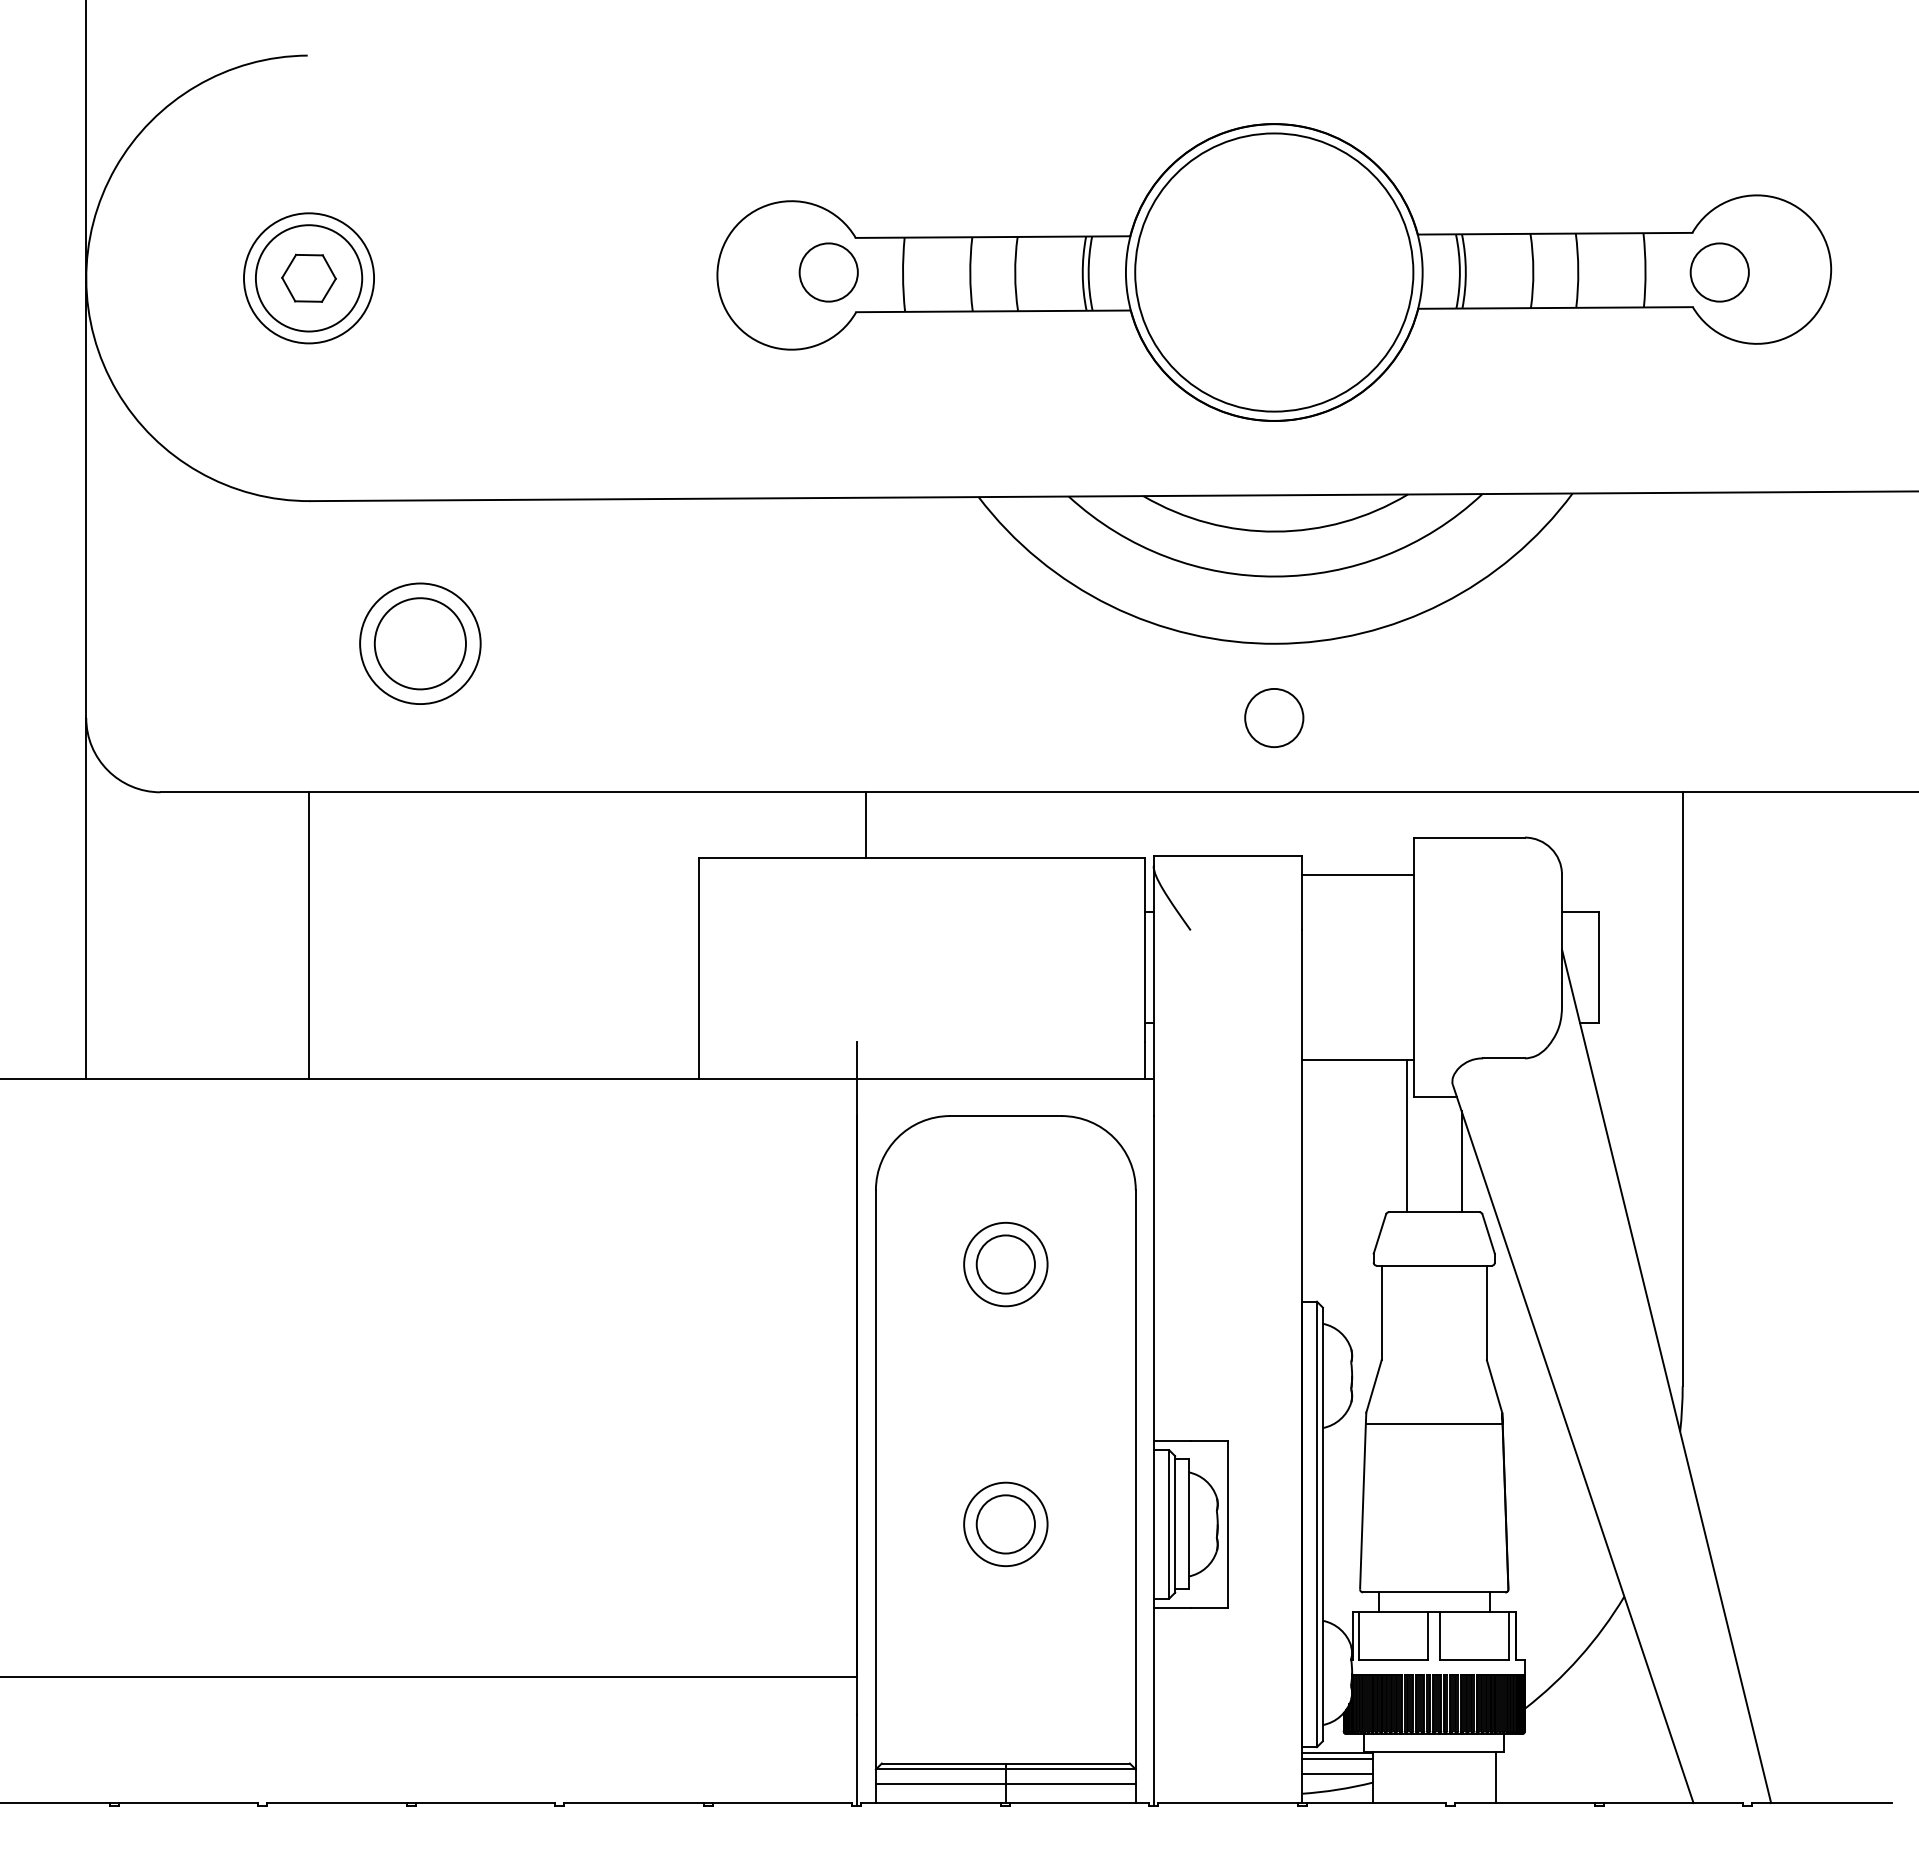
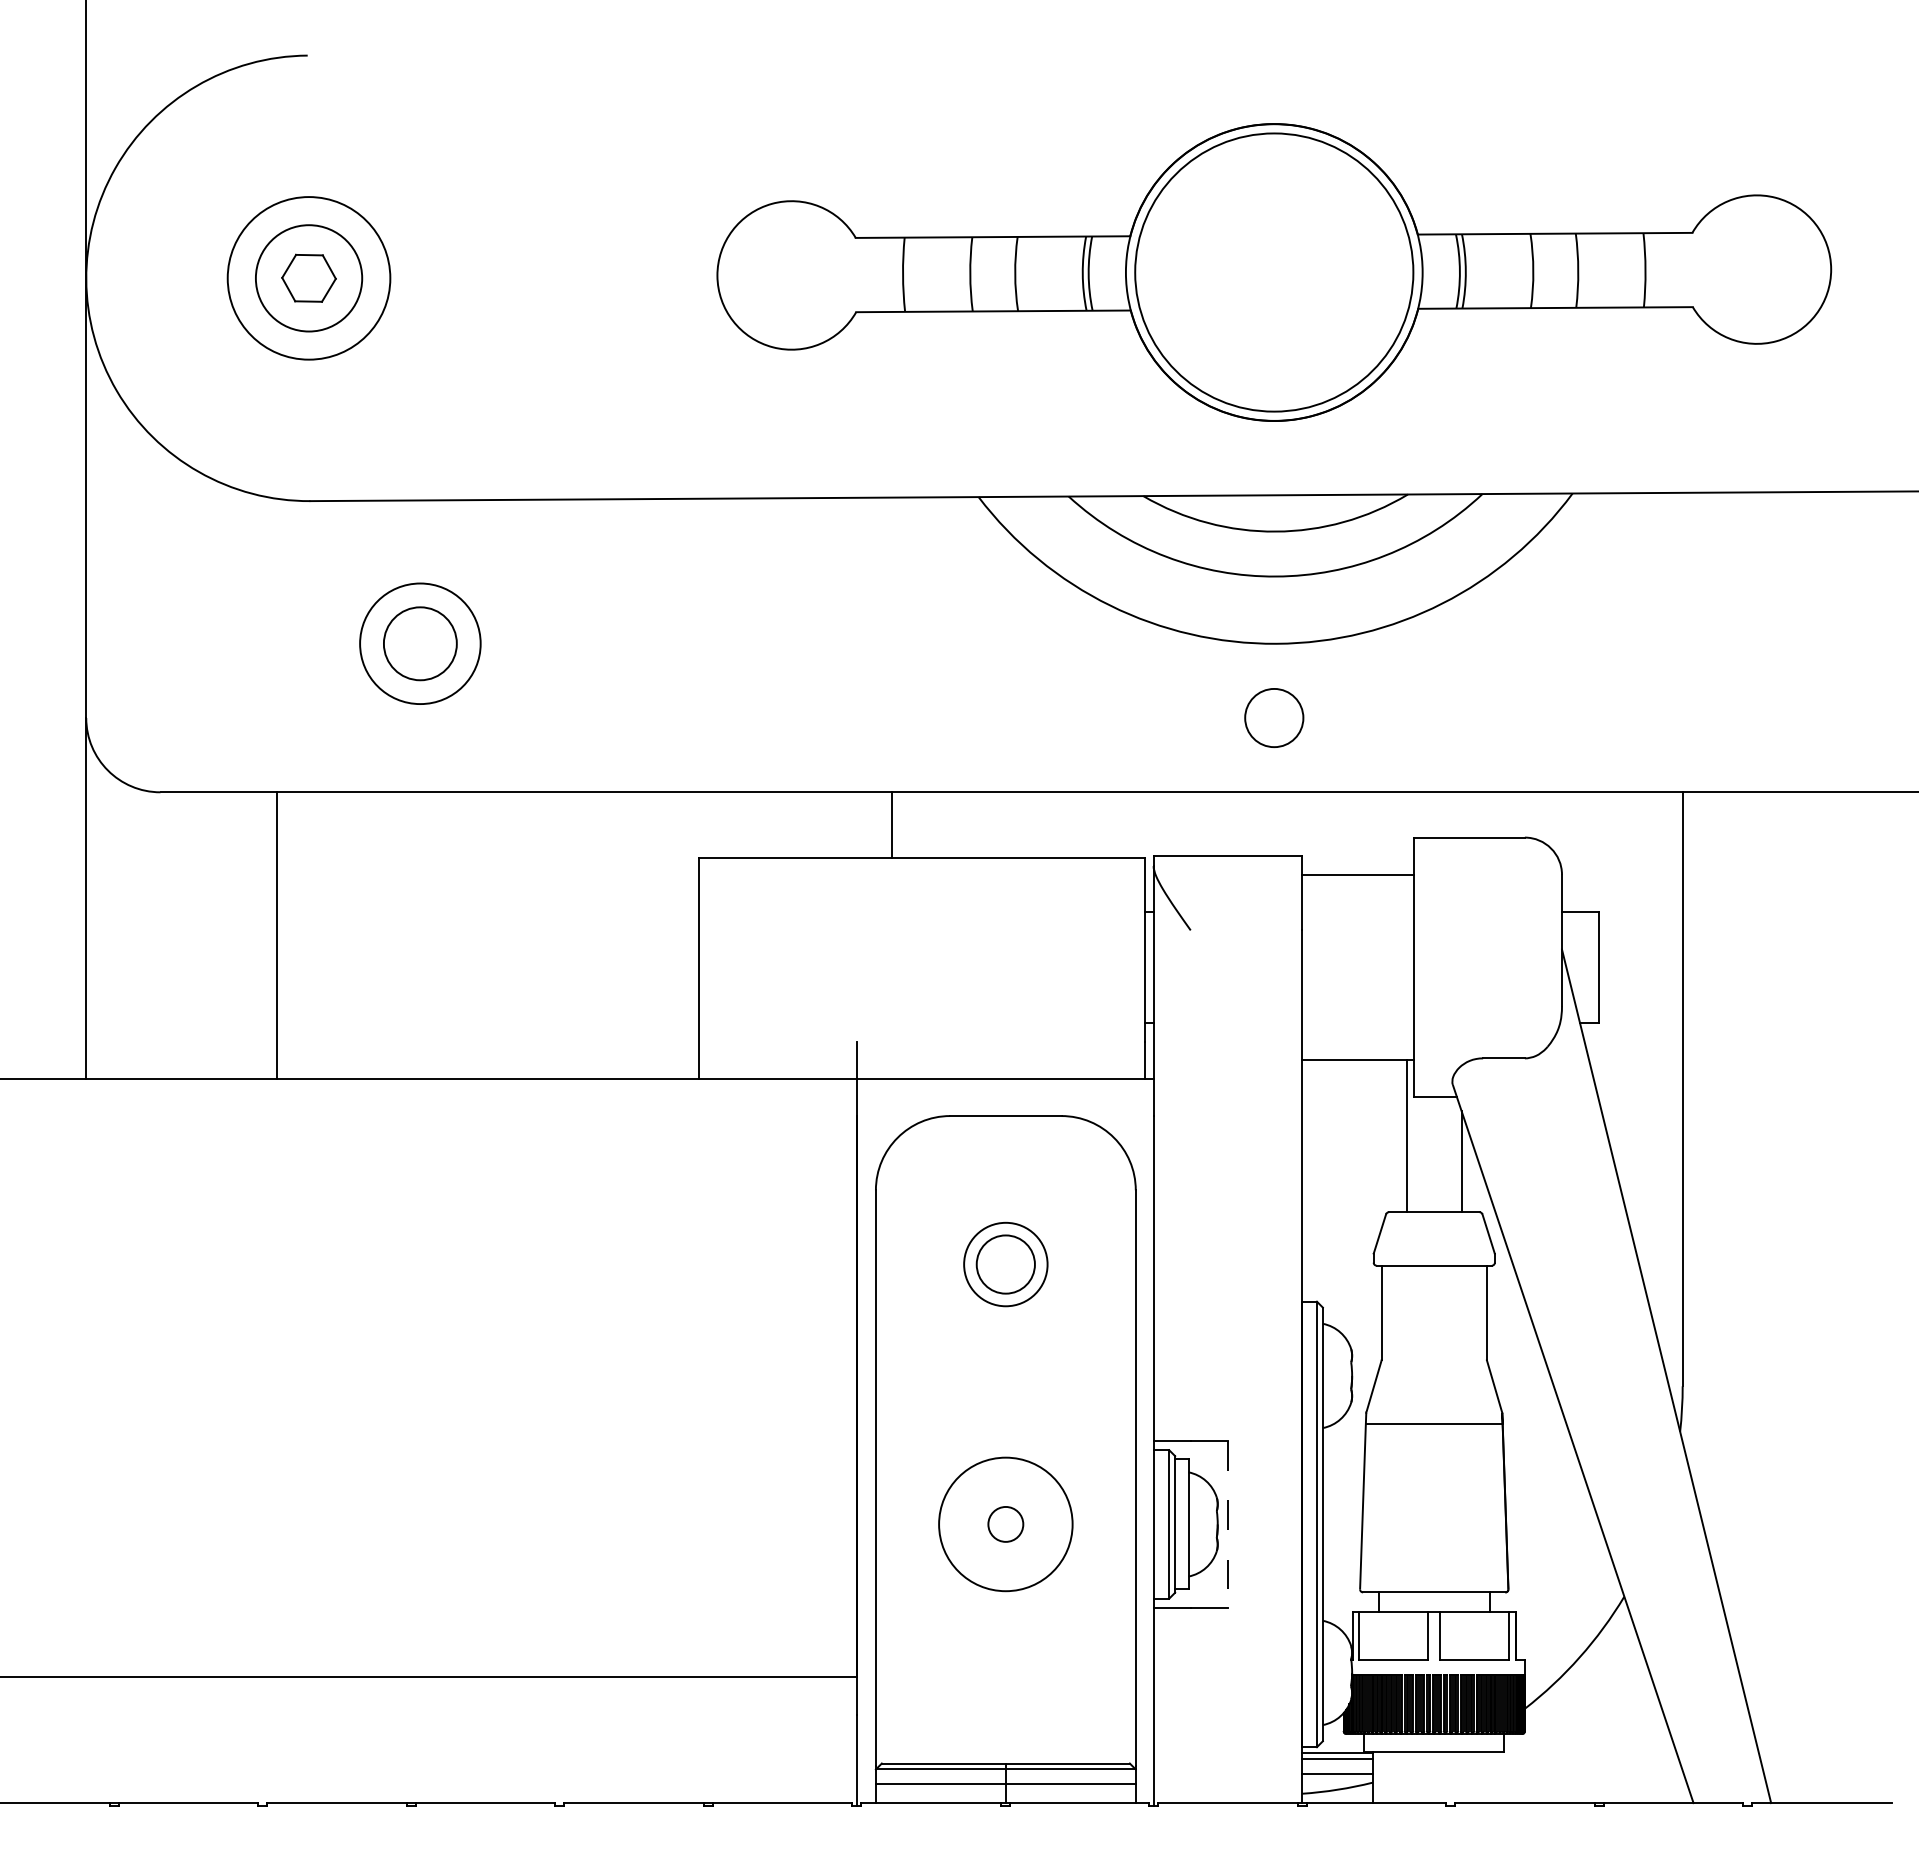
circle at (828, 272): present -> none
circle at (1719, 272): present -> none
circle at (309, 278) diameter: 130 px -> 163 px
circle at (419, 643) diameter: 91 px -> 73 px
line at (865, 824) position: (865, 824) -> (891, 824)
line at (309, 935) position: (309, 935) -> (277, 935)
circle at (1005, 1524) diameter: 58 px -> 35 px
circle at (1005, 1524) diameter: 83 px -> 134 px
line at (1227, 1524): solid -> dashed
line at (1495, 1777): present -> none
